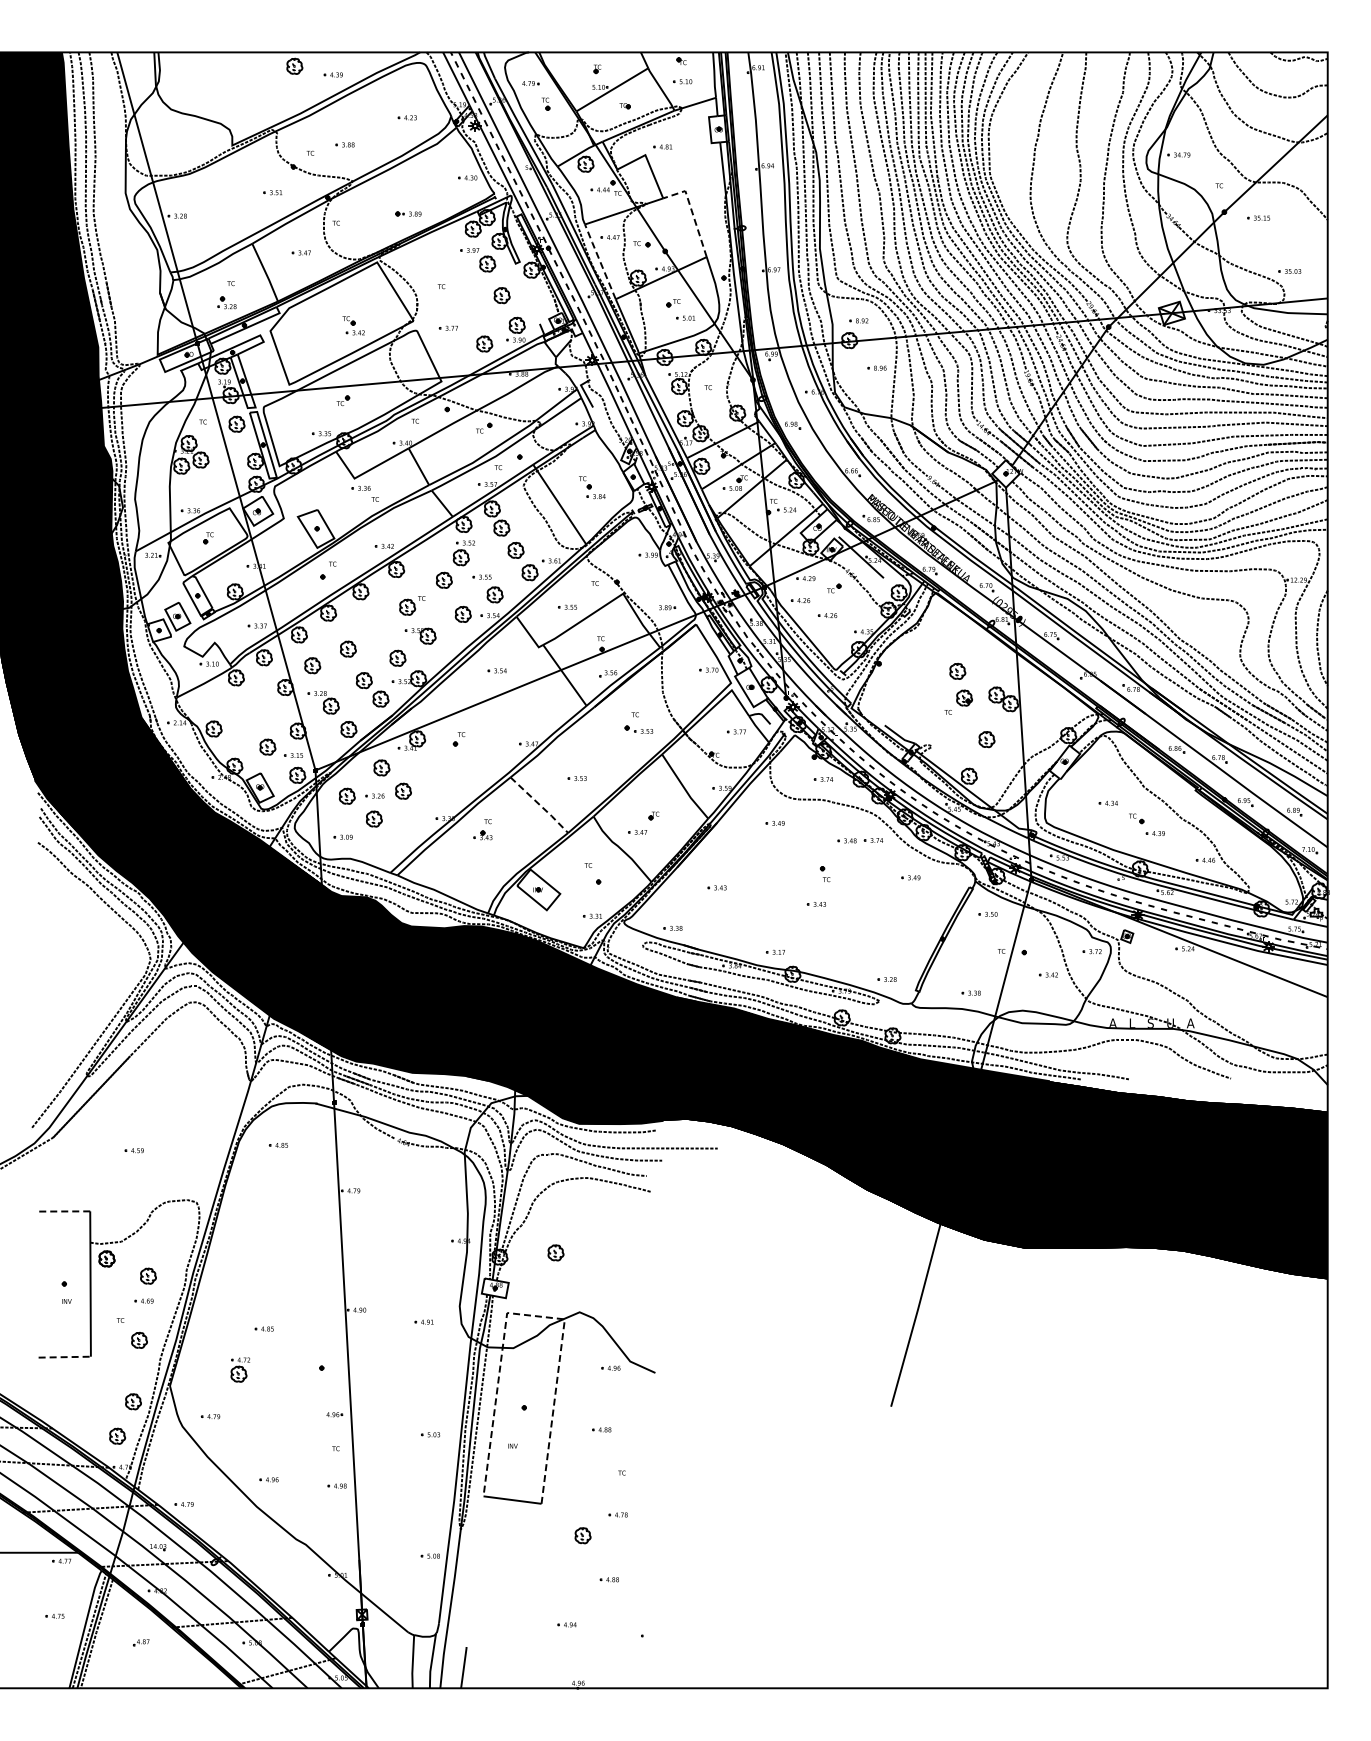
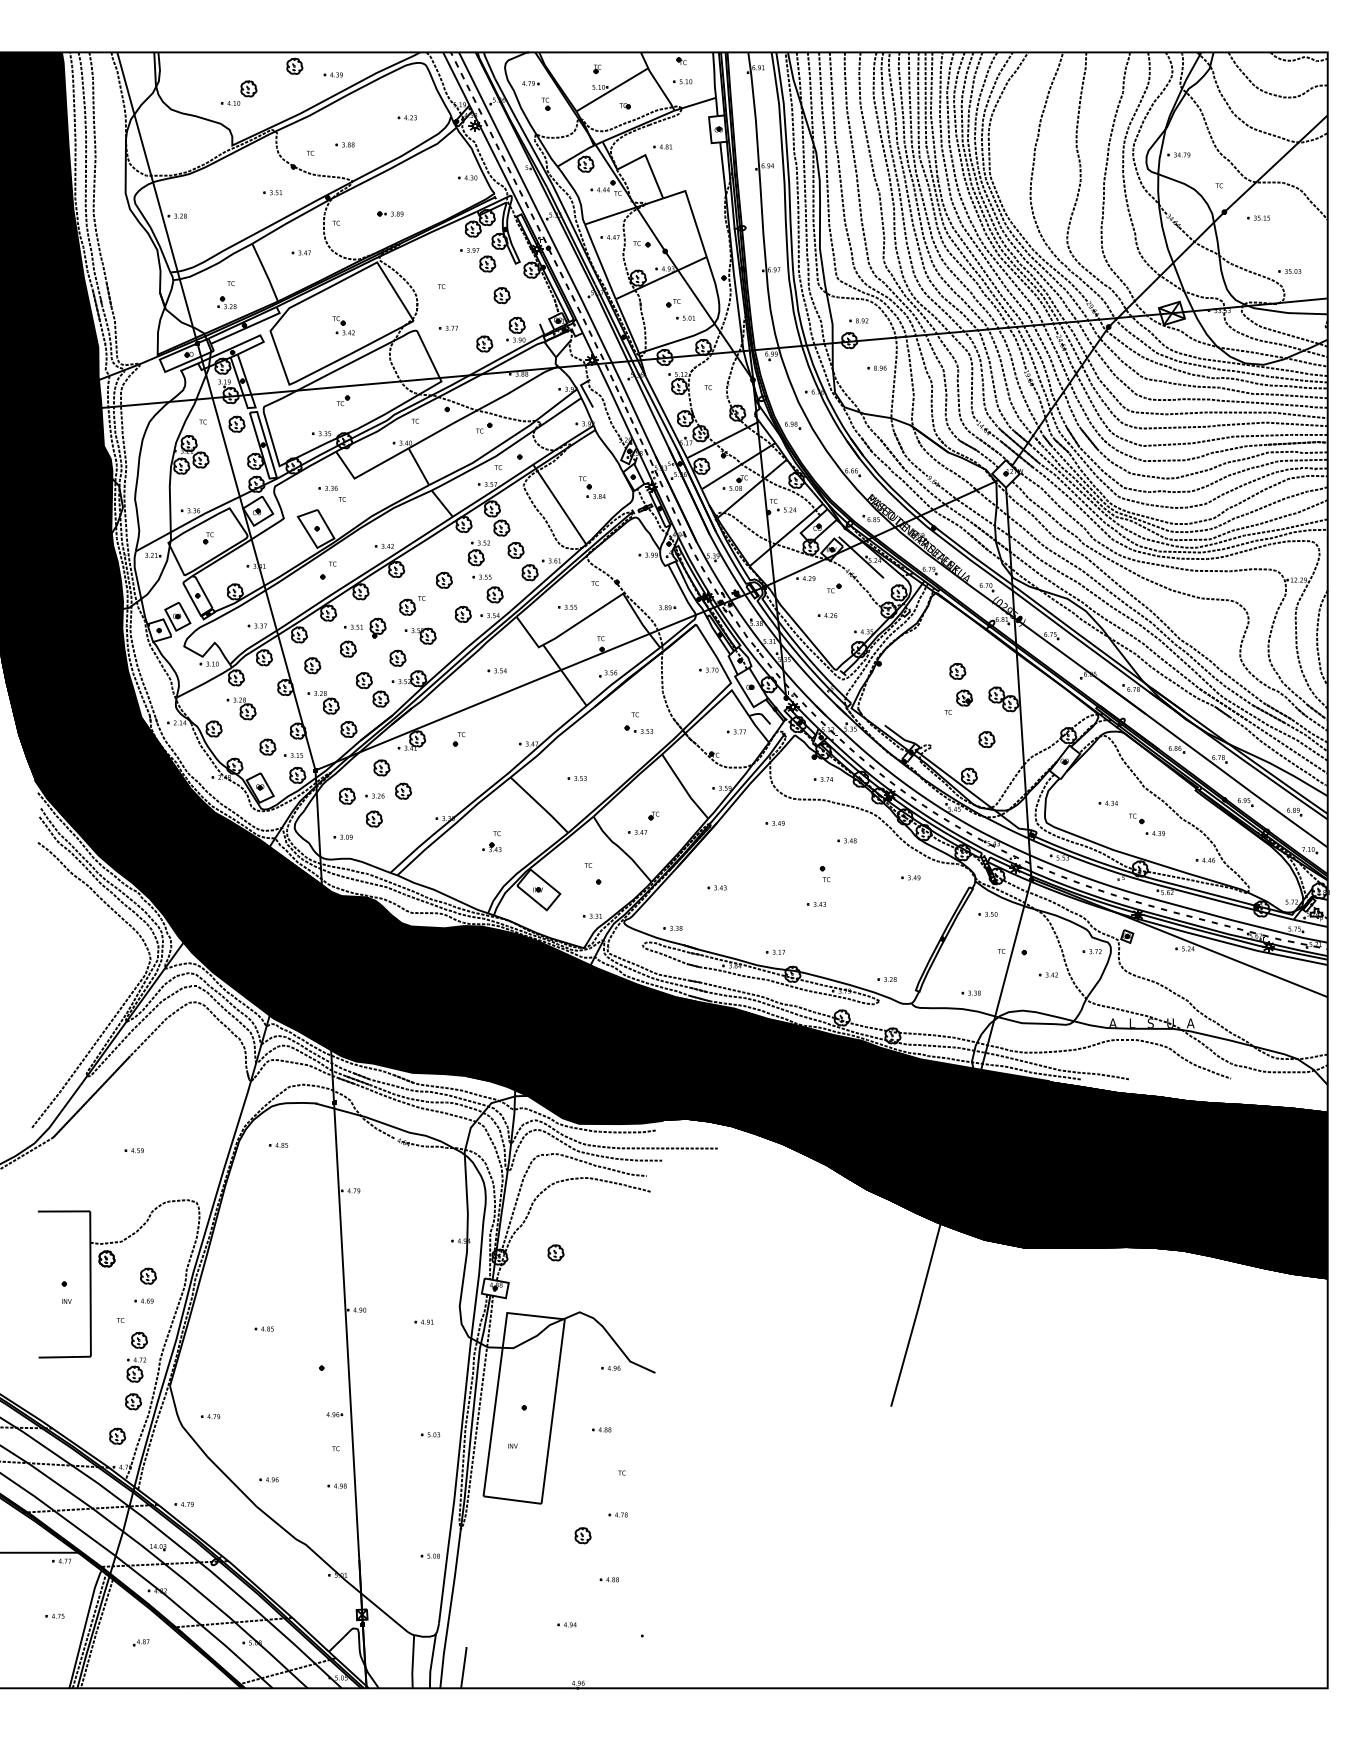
part at (238, 92): none -> present
line at (692, 211): dashed -> solid
part at (408, 213) position: (408, 213) -> (390, 213)
line at (599, 260): dashed -> solid
part at (353, 325) position: (353, 325) -> (343, 325)
part at (364, 493) position: (364, 493) -> (331, 493)
part at (463, 553) position: (463, 553) -> (478, 553)
part at (800, 600): present -> none
part at (365, 627): none -> present
part at (241, 708): none -> present
line at (540, 805): dashed -> solid
part at (482, 829) position: (482, 829) -> (491, 841)
part at (873, 840): present -> none
line at (63, 1211): dashed -> solid
line at (536, 1316): dashed -> solid
line at (65, 1357): dashed -> solid
part at (239, 1369) position: (239, 1369) -> (135, 1369)
